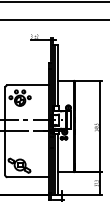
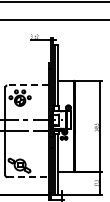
line at (28, 85): solid -> dashed
line at (28, 177): solid -> dashed
